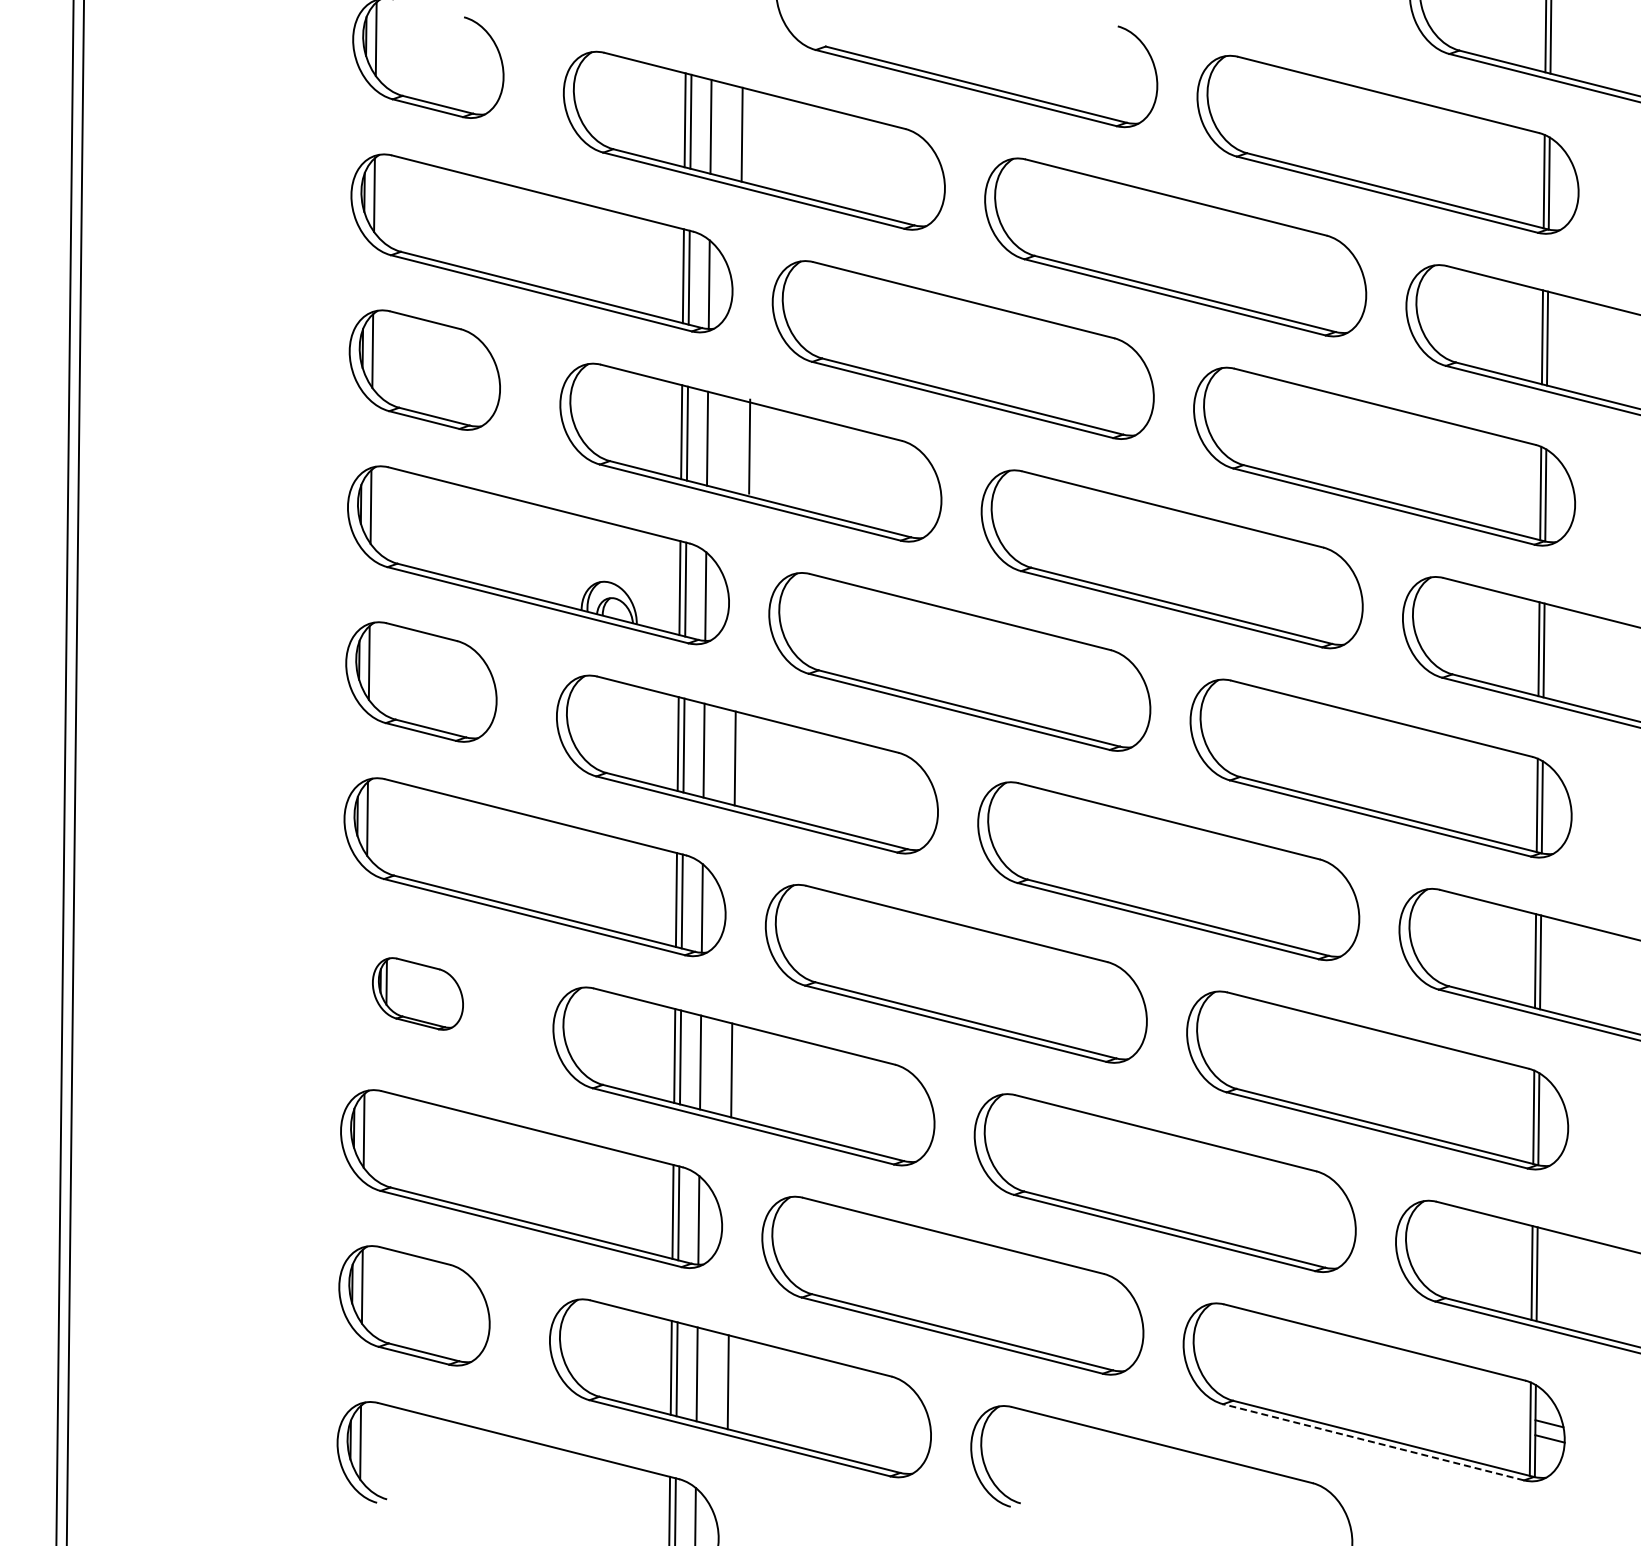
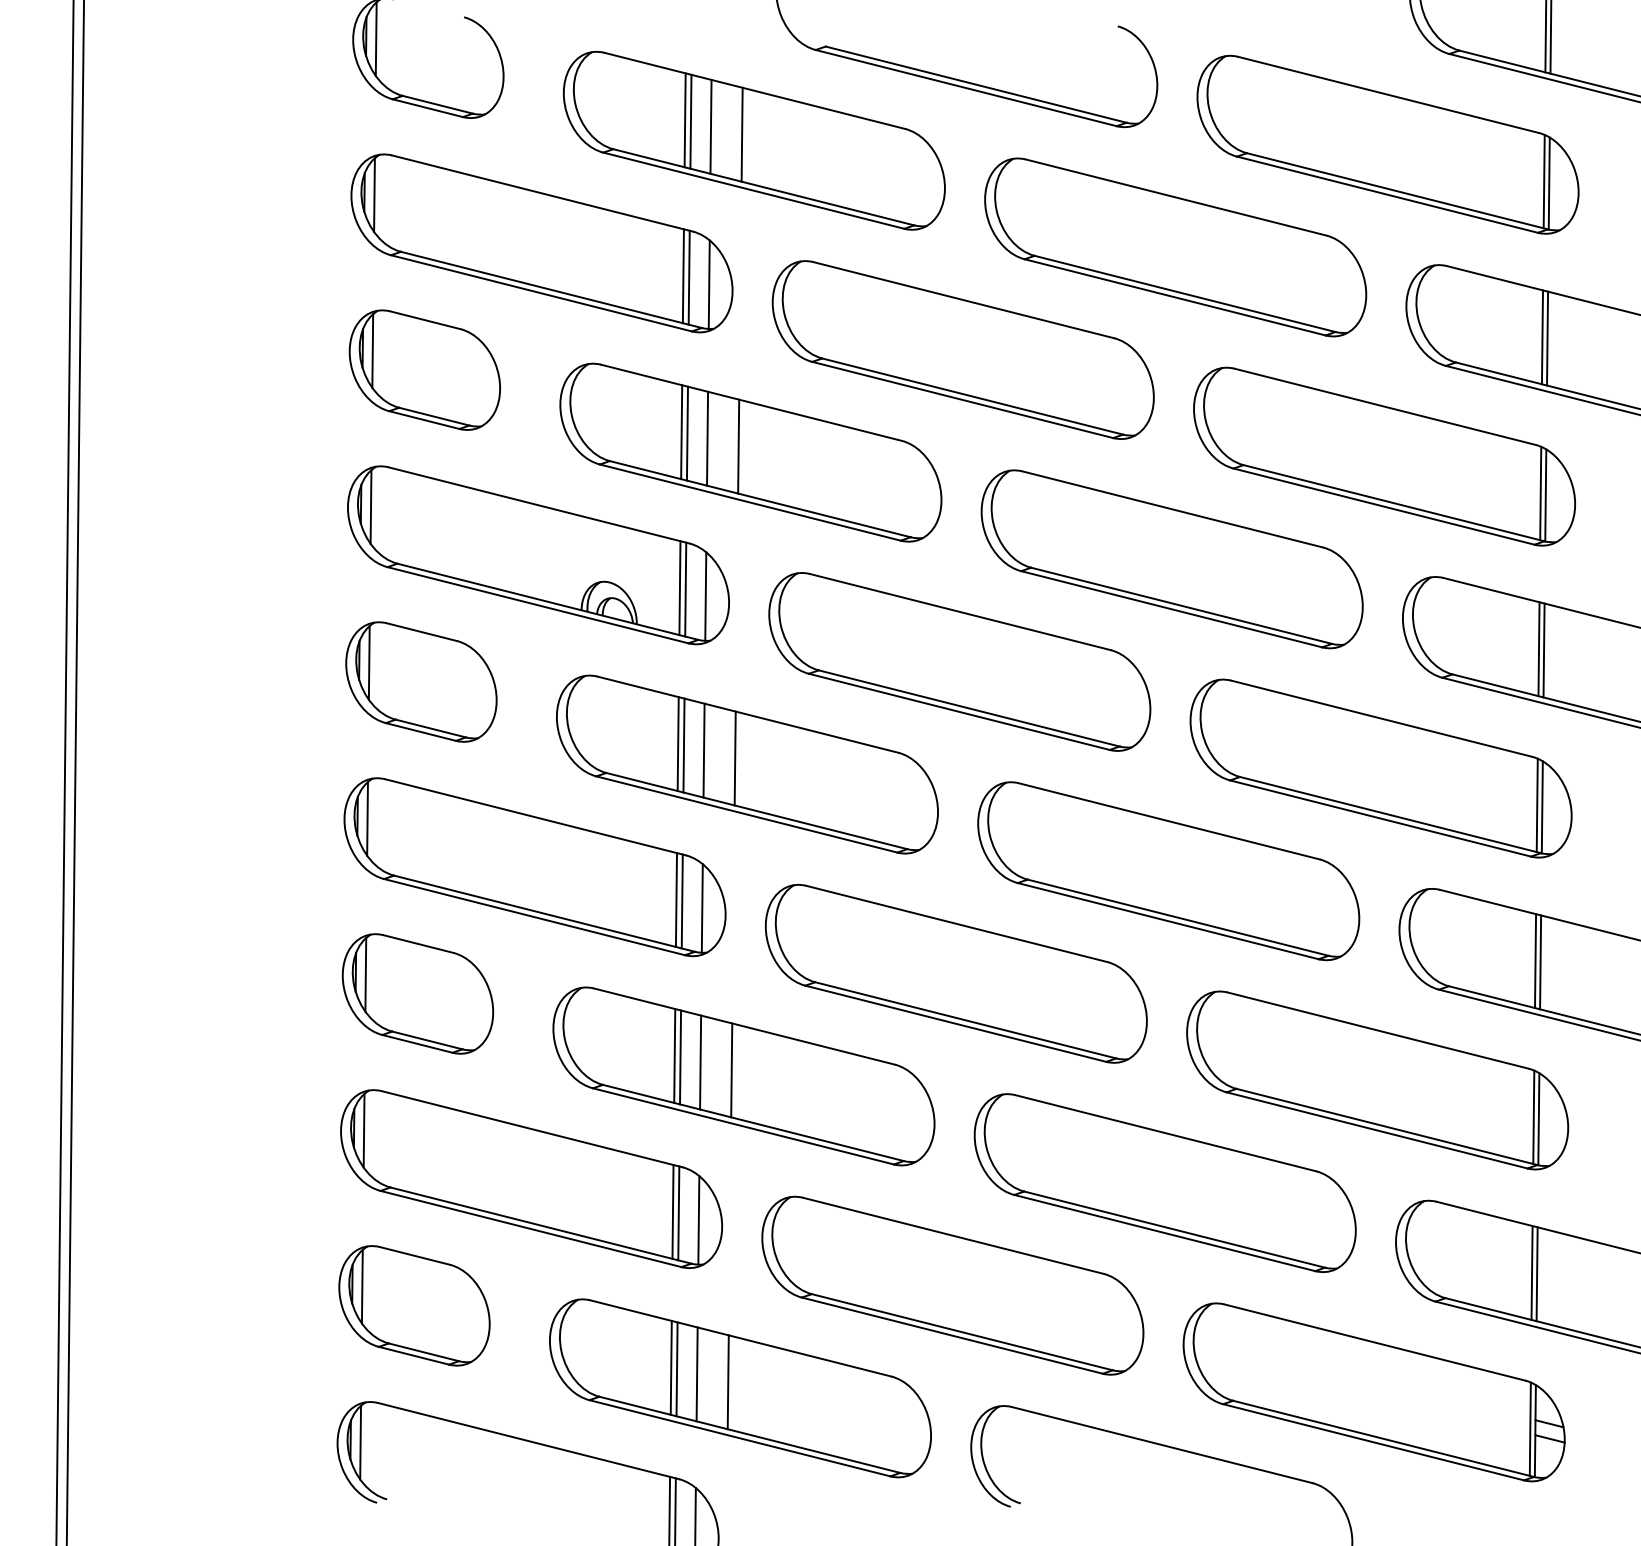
line at (749, 446) position: (749, 446) -> (738, 446)
part at (417, 993) size: 92x74 px -> 154x122 px
line at (1373, 1442): dashed -> solid
